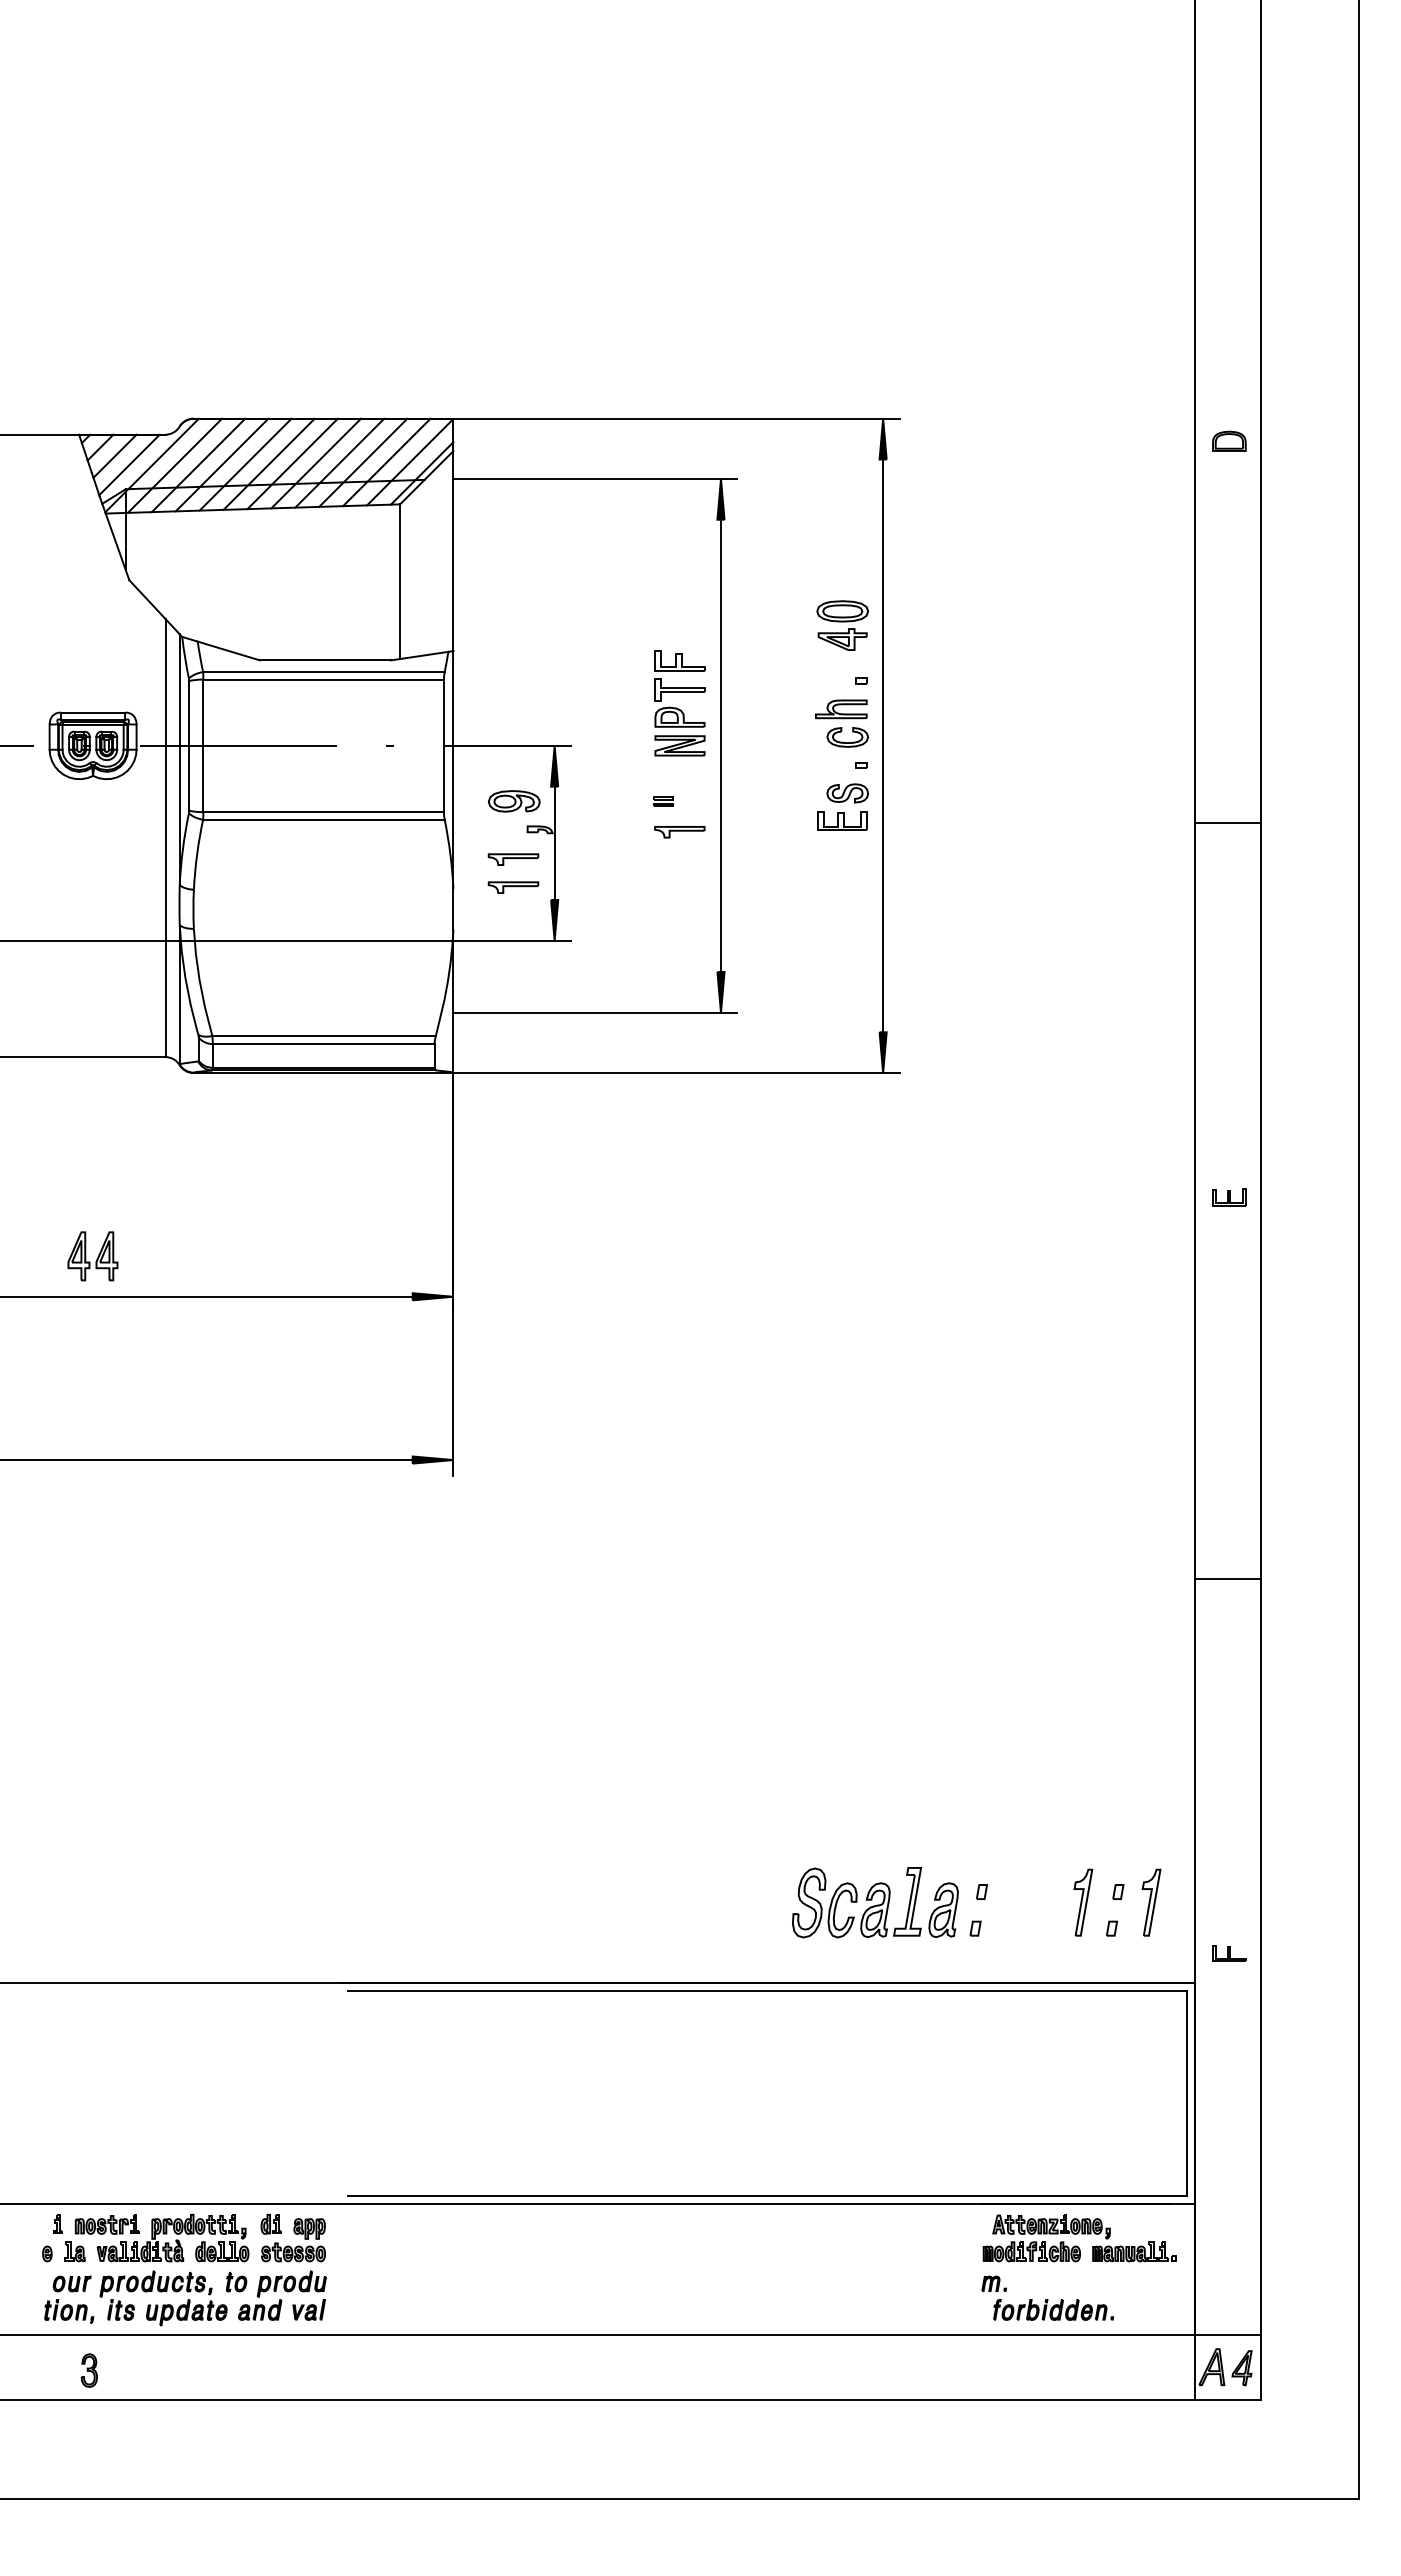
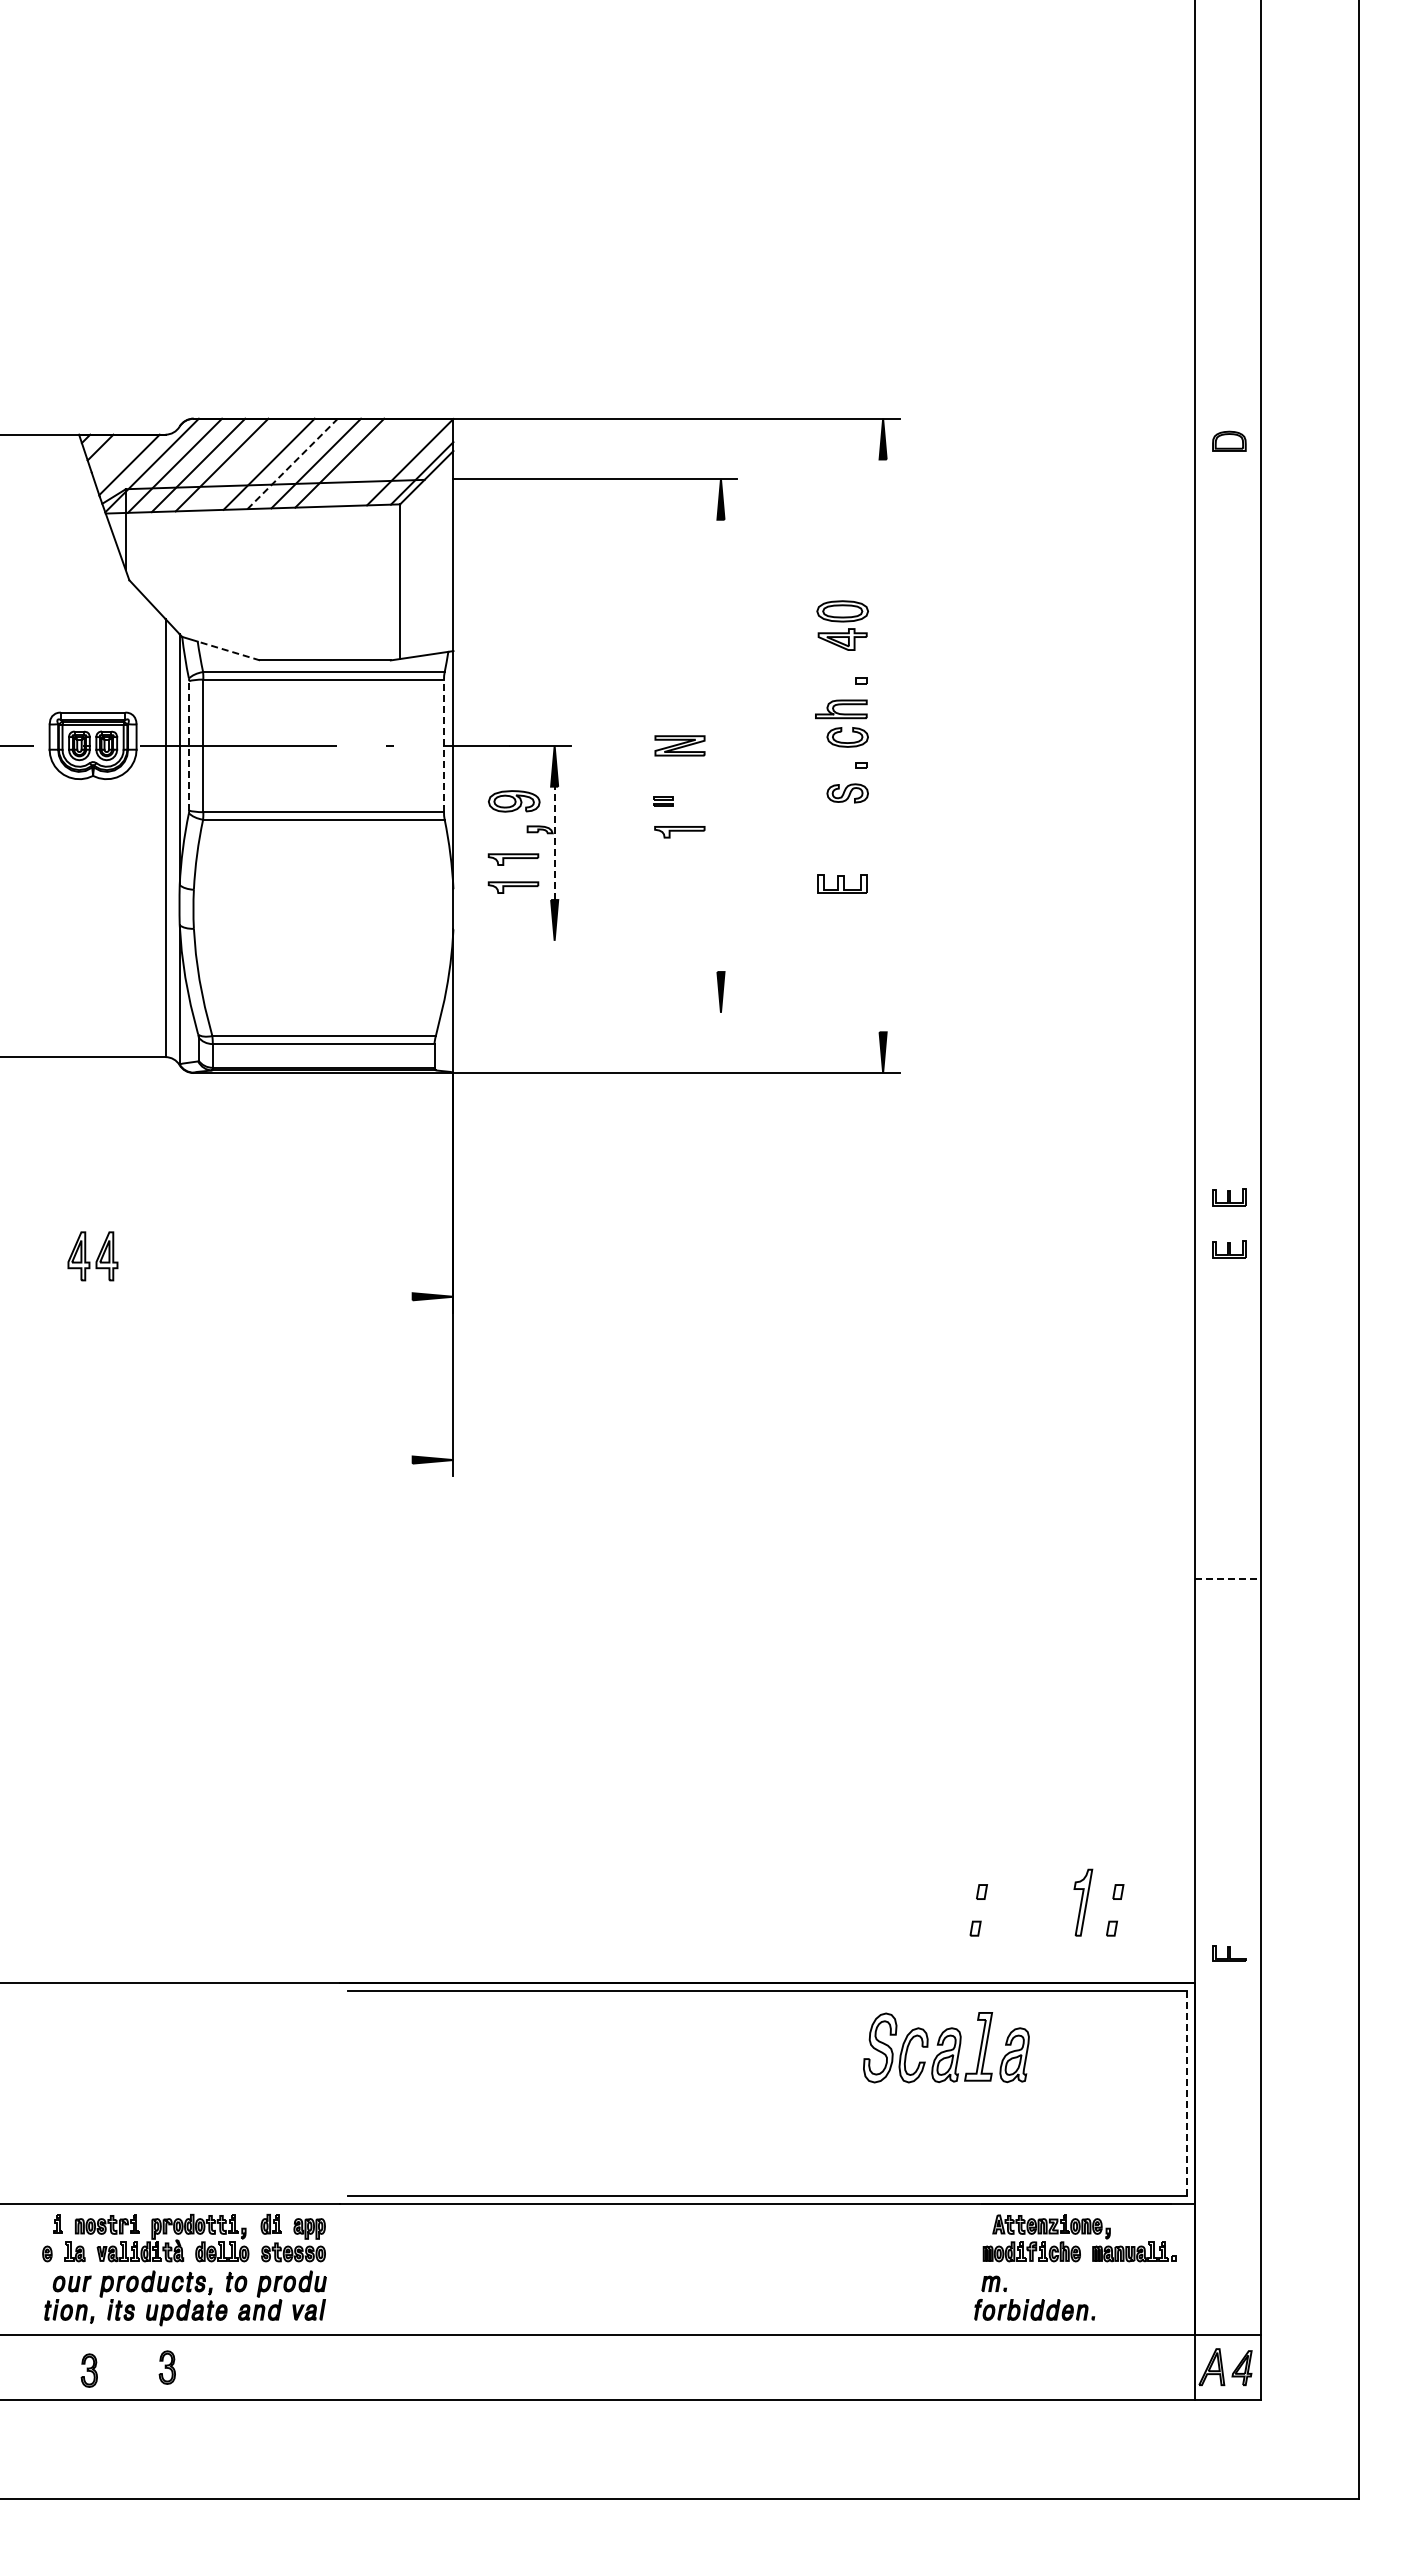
line at (114, 455): present -> none
line at (363, 462): present -> none
line at (386, 462): present -> none
line at (292, 463): solid -> dashed
line at (245, 464): present -> none
line at (228, 651): solid -> dashed
part at (679, 688): present -> none
line at (189, 745): solid -> dashed
line at (444, 745): solid -> dashed
line at (720, 745): present -> none
line at (883, 745): present -> none
part at (842, 820) position: (842, 820) -> (842, 883)
line at (1227, 822): present -> none
line at (554, 843): solid -> dashed
line at (286, 940): present -> none
line at (595, 1012): present -> none
part at (1229, 1249): none -> present
line at (207, 1296): present -> none
line at (207, 1460): present -> none
line at (1227, 1578): solid -> dashed
part at (875, 1902) position: (875, 1902) -> (946, 2047)
part at (1151, 1902): present -> none
line at (1186, 2093): solid -> dashed
part at (1053, 2309) position: (1053, 2309) -> (1034, 2309)
part at (166, 2367): none -> present
